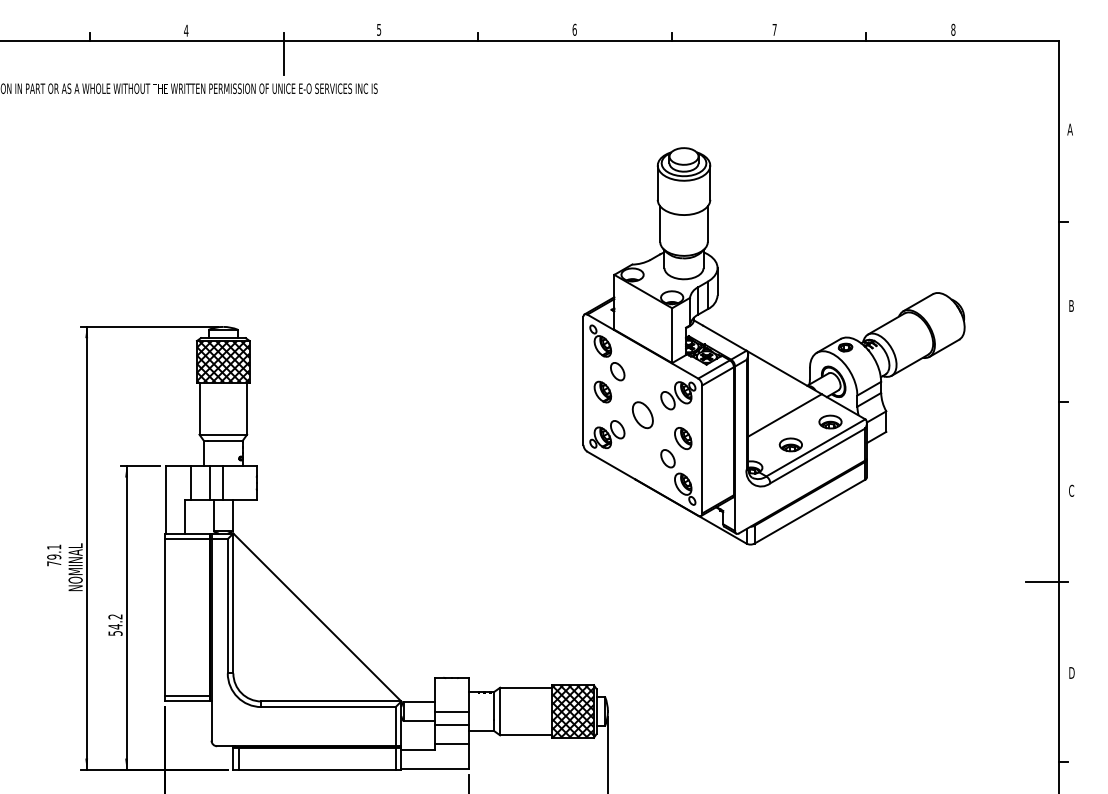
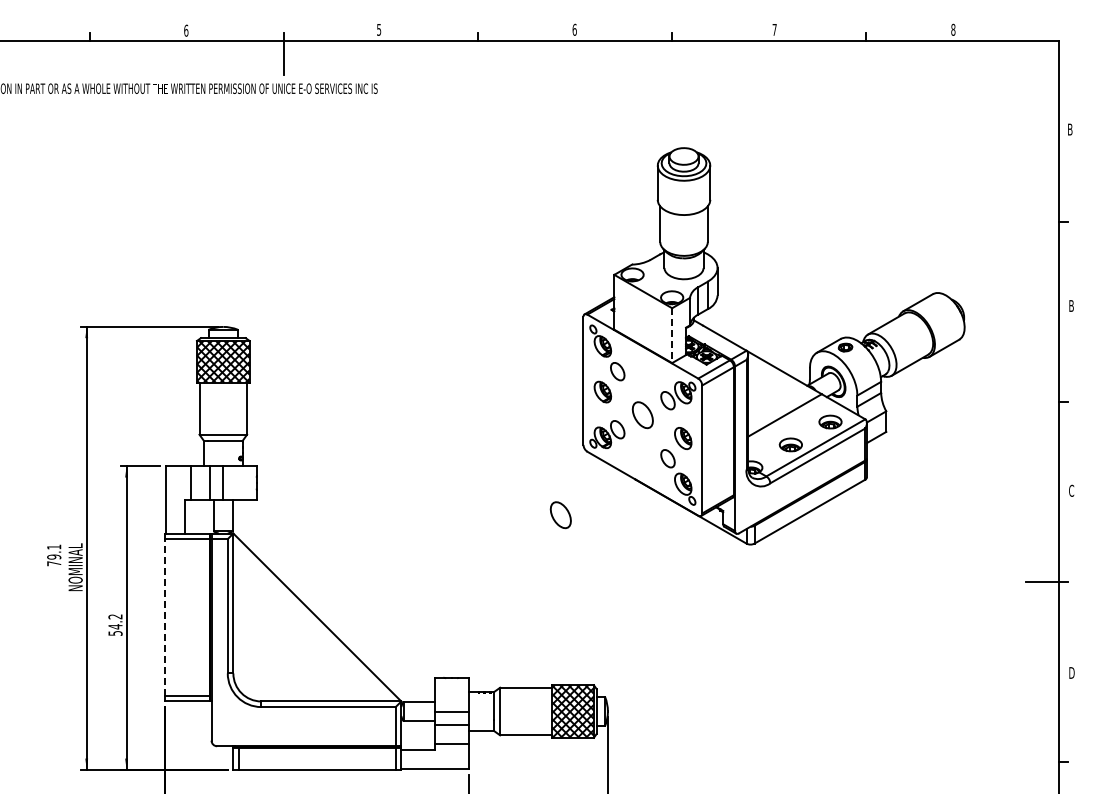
text at (186, 30): 4 -> 6
text at (1069, 129): A -> B
line at (672, 336): solid -> dashed
part at (560, 515): none -> present
line at (165, 616): solid -> dashed
